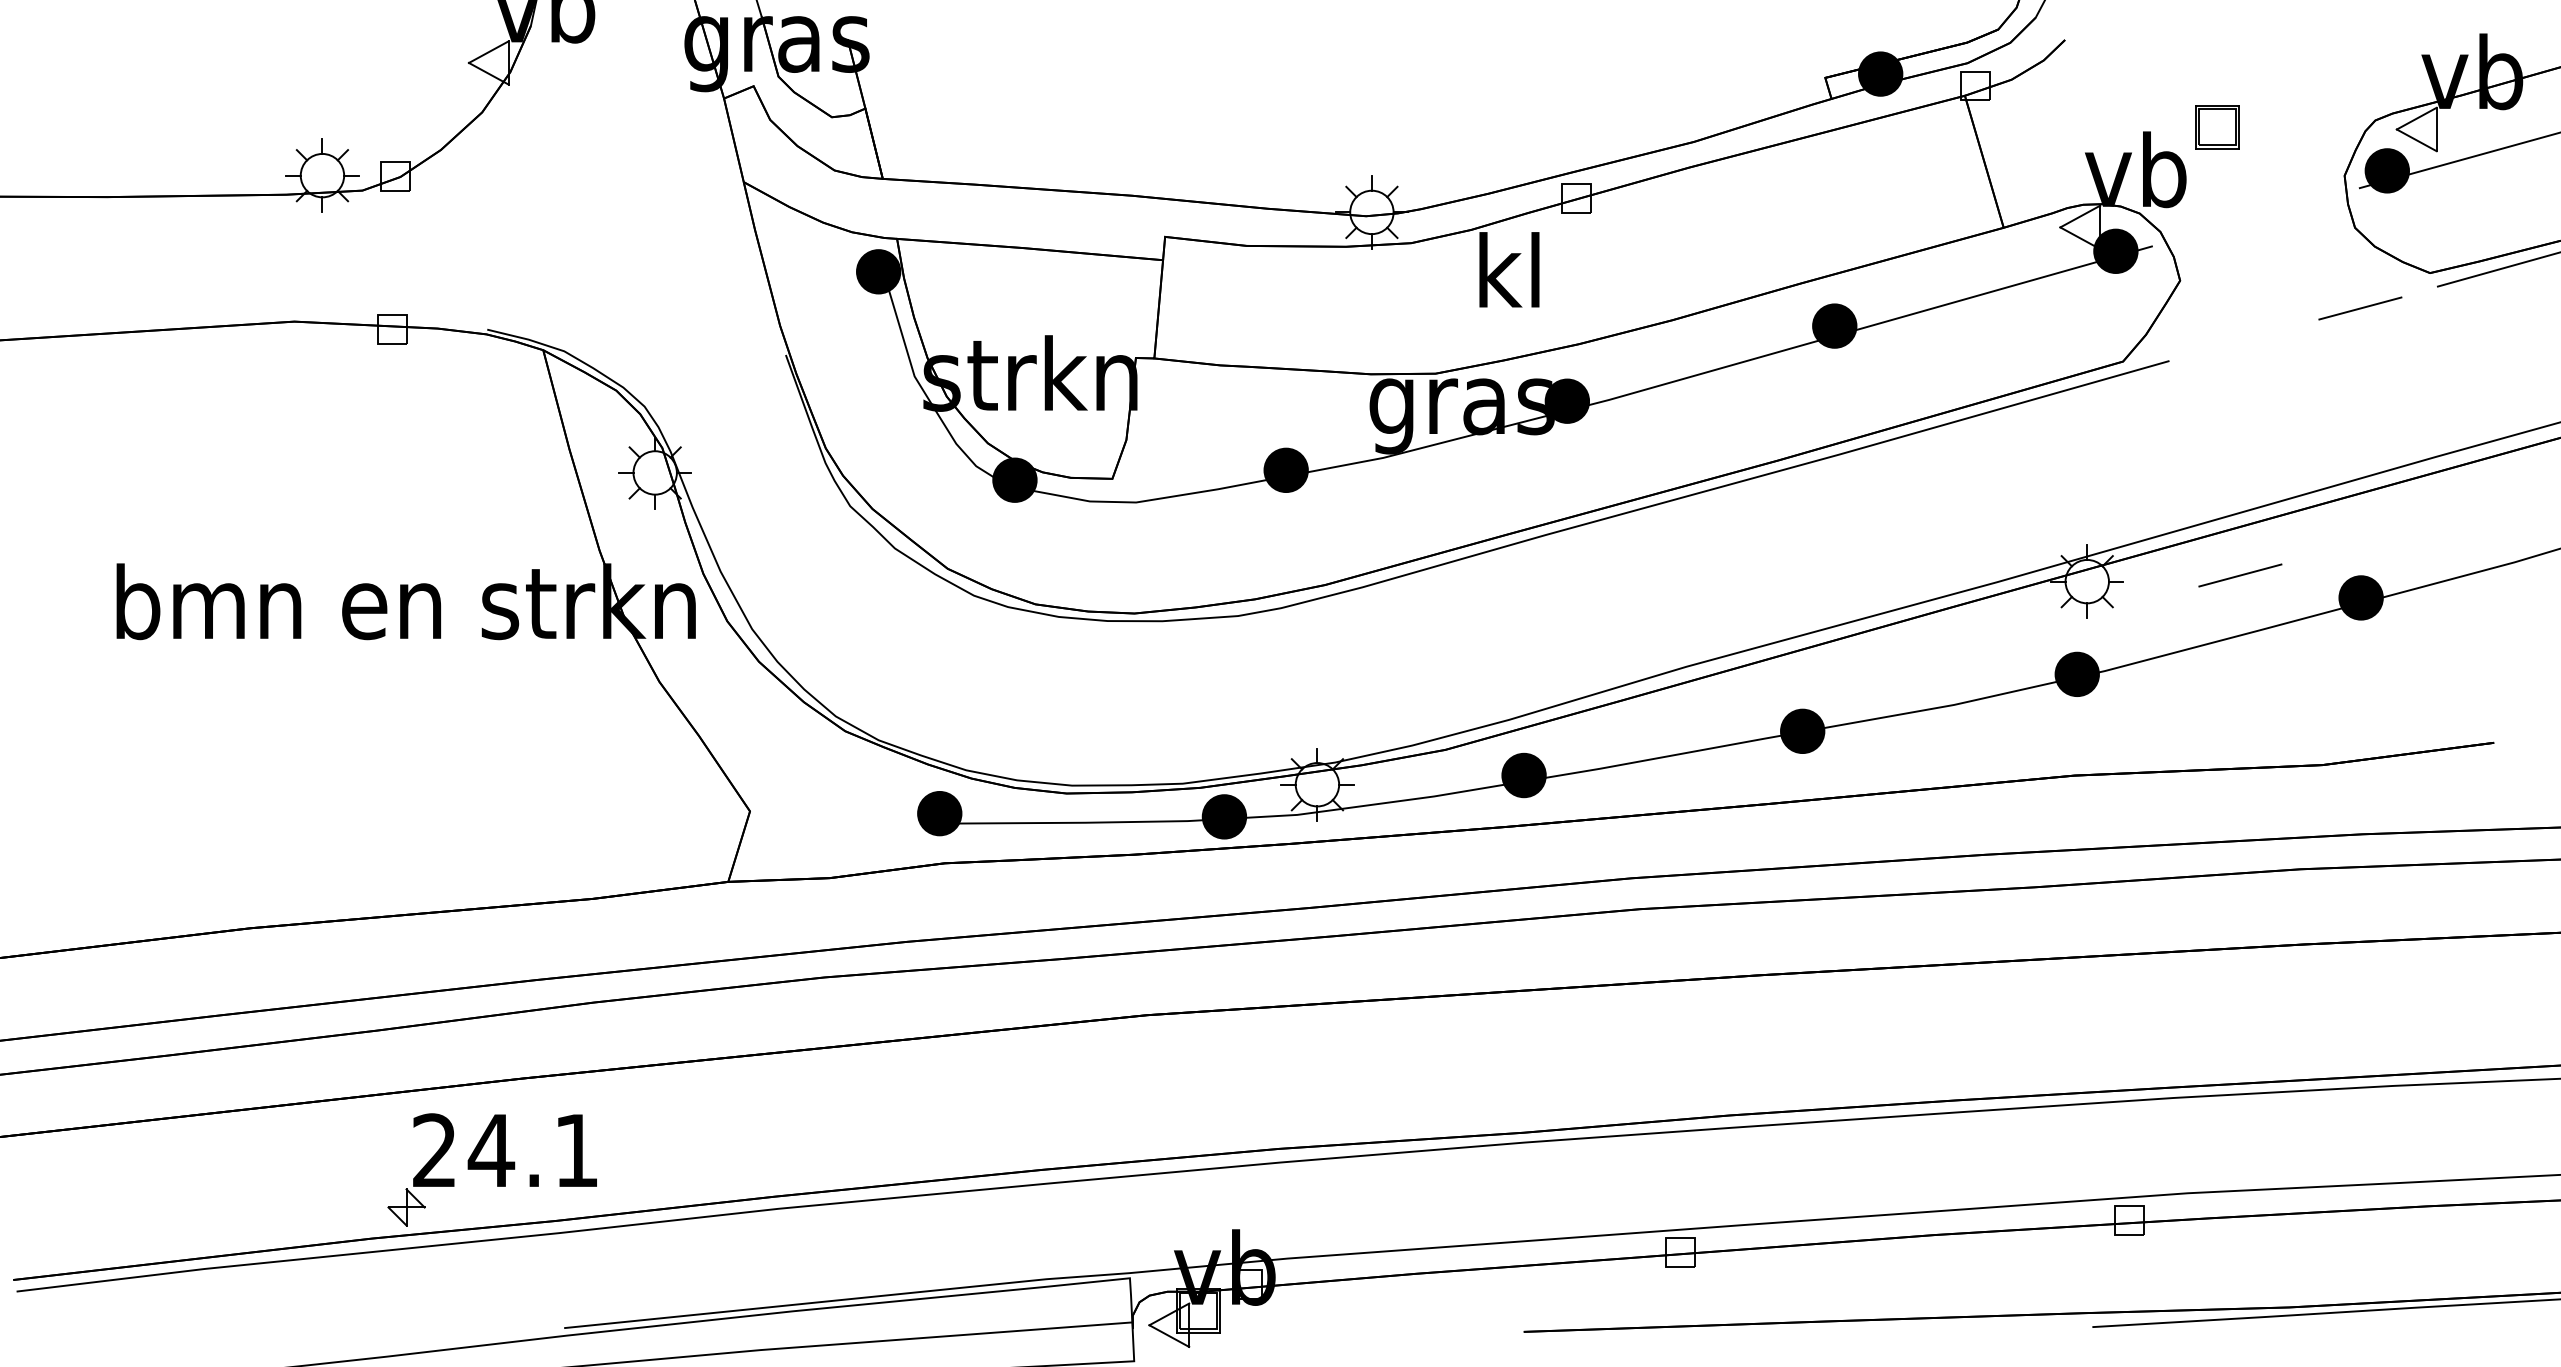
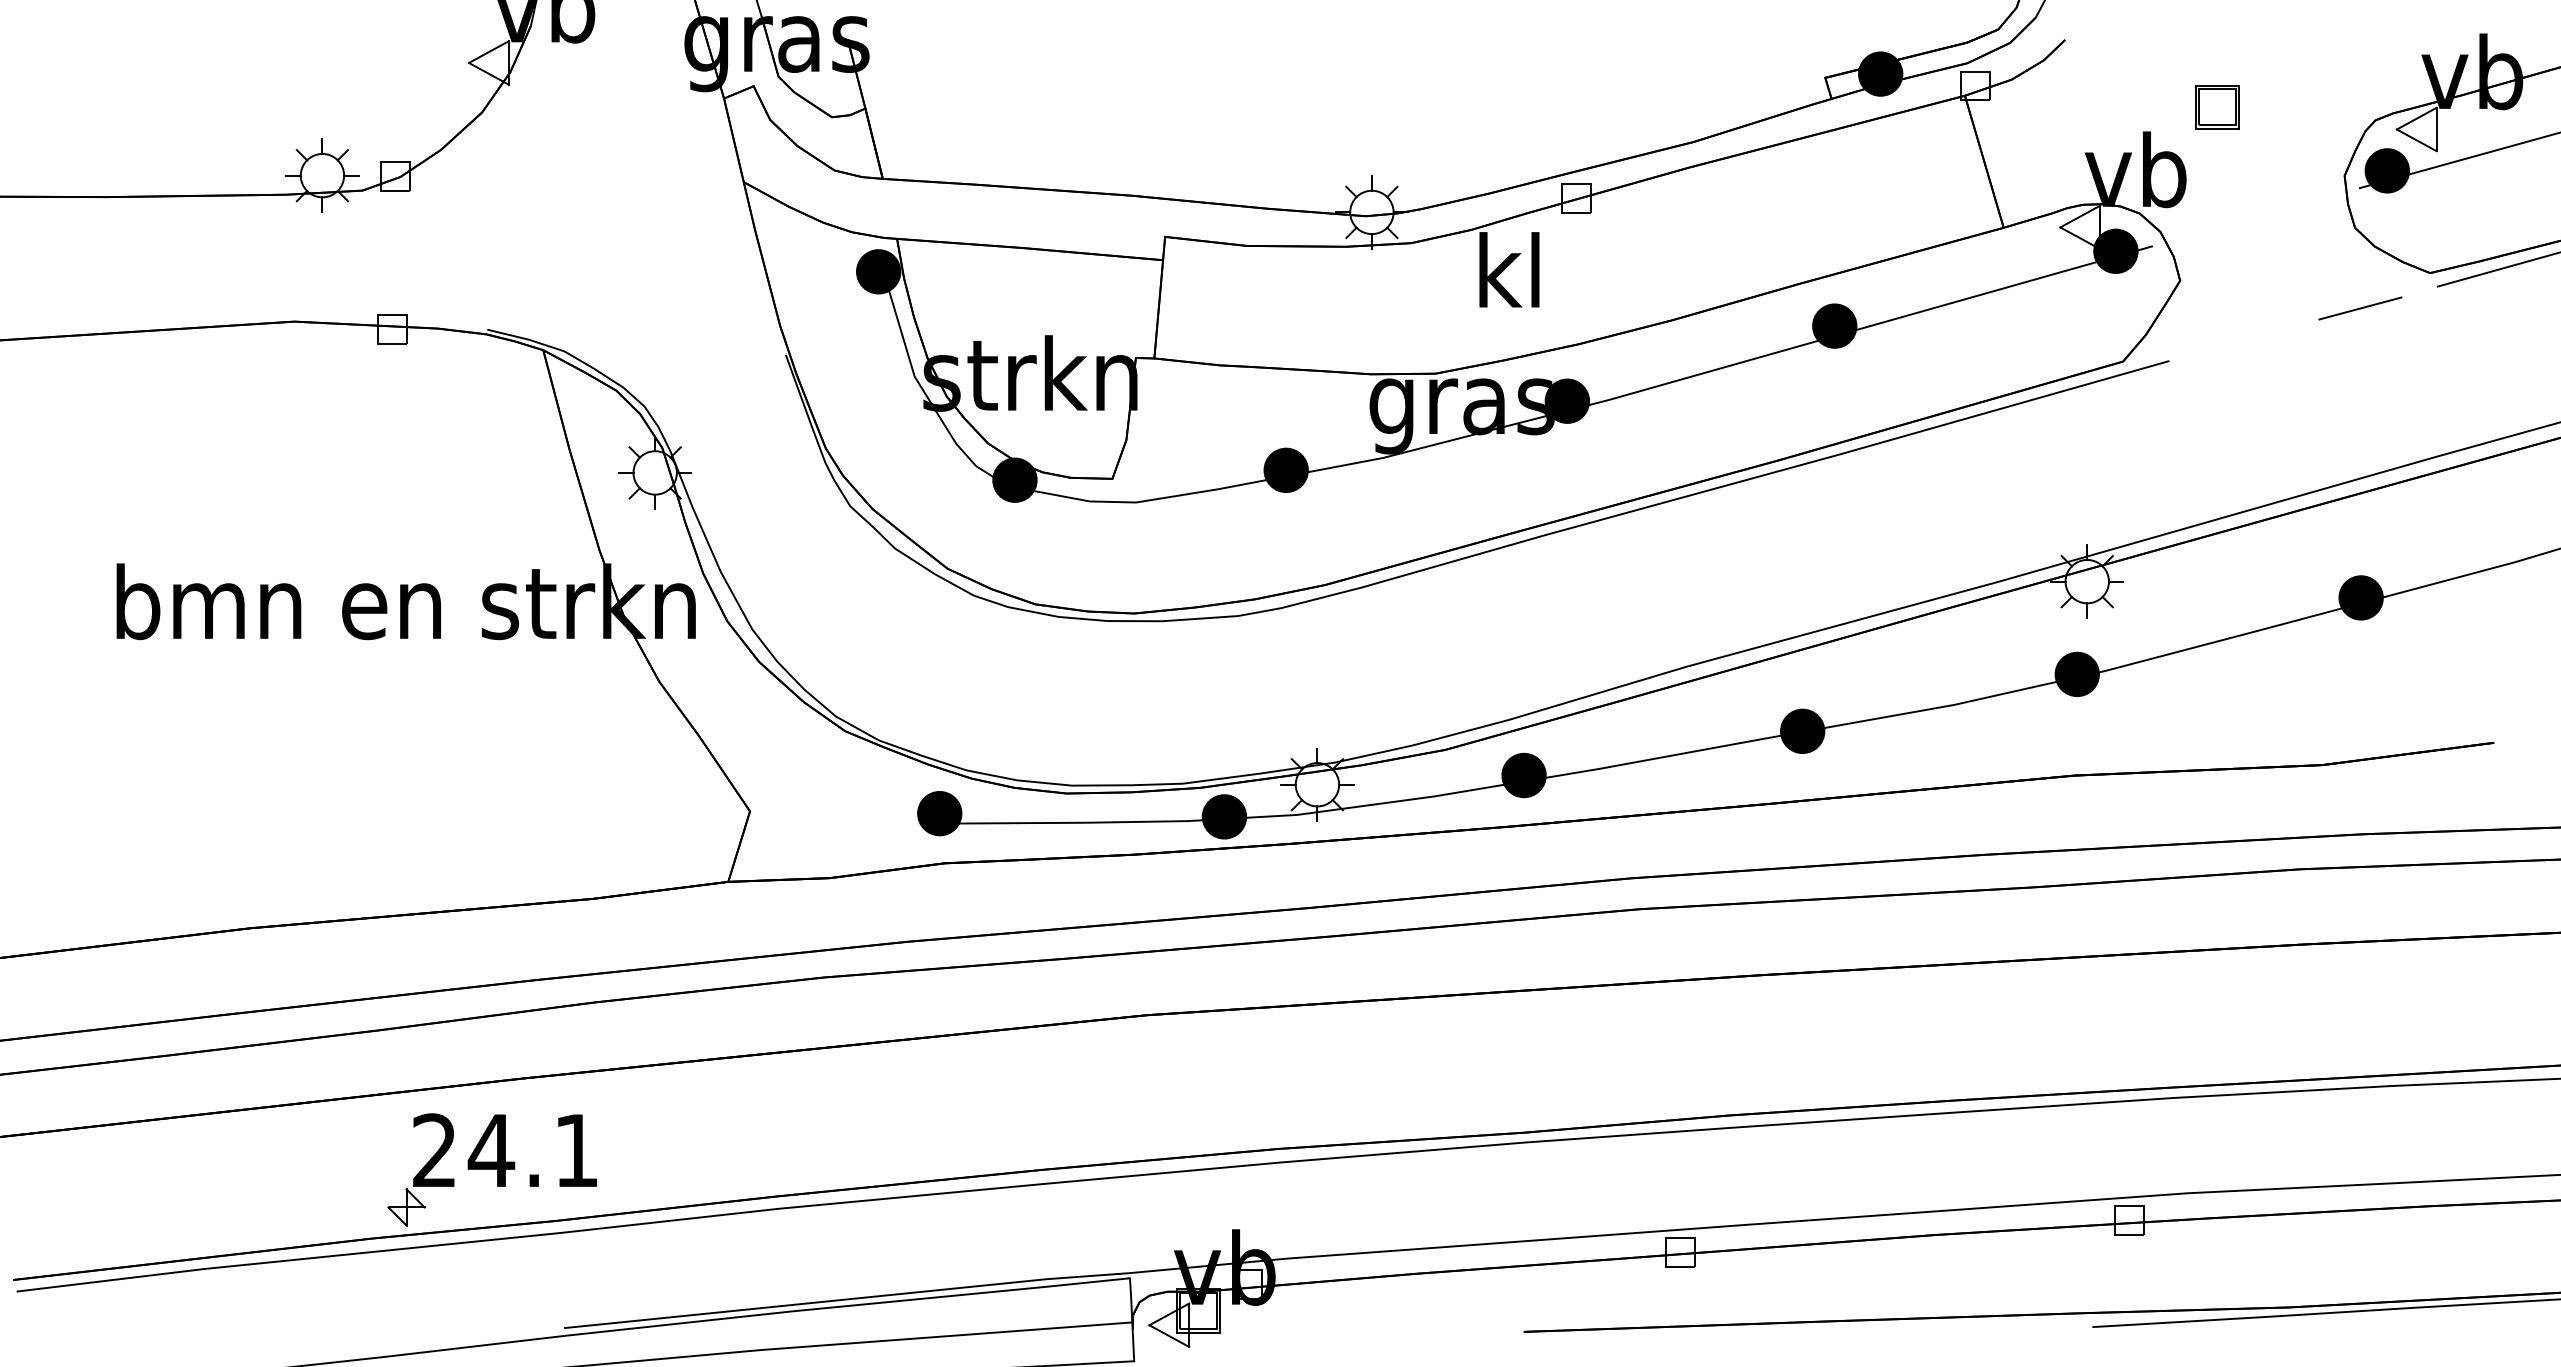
part at (2217, 127) position: (2217, 127) -> (2217, 107)
line at (2240, 575): present -> none
